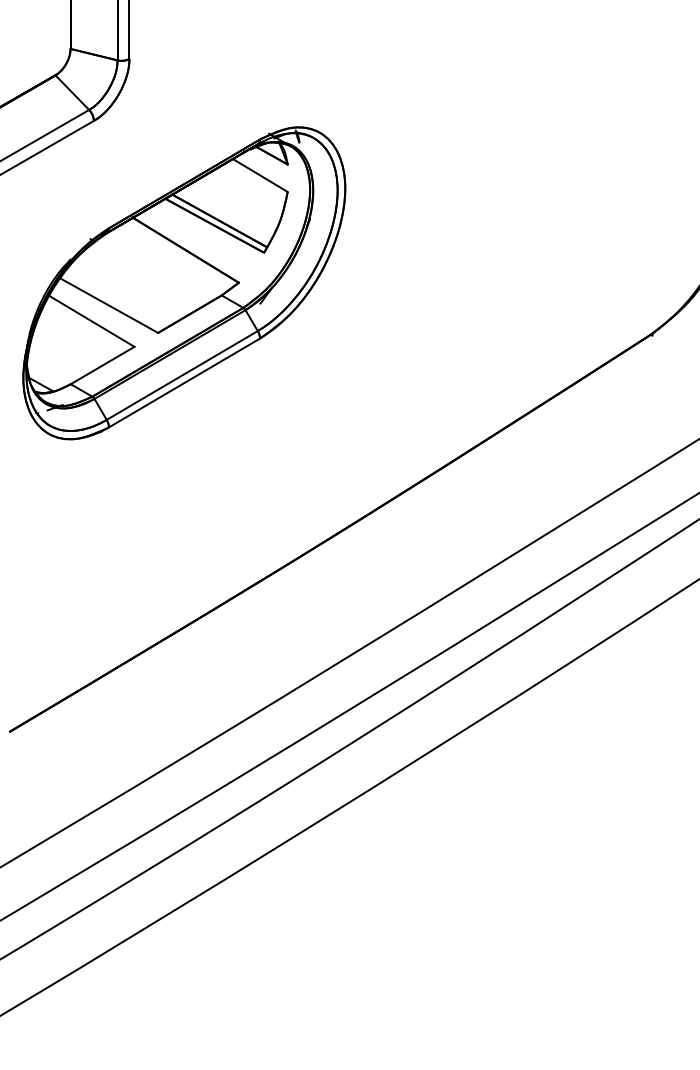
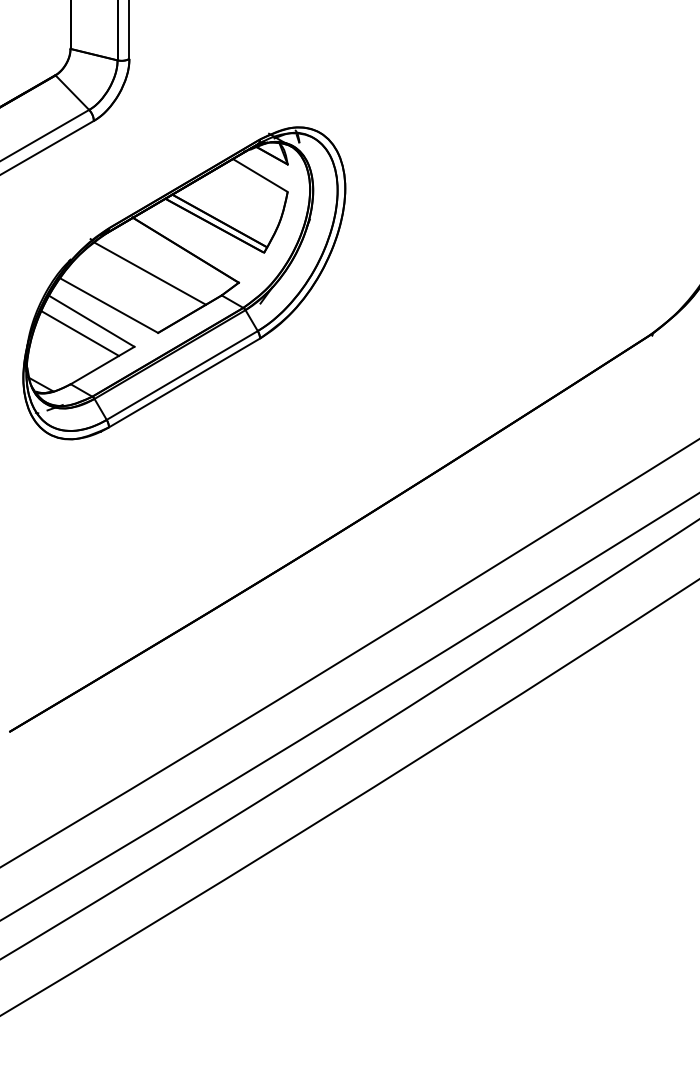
line at (150, 273): none -> present
line at (80, 333): none -> present
